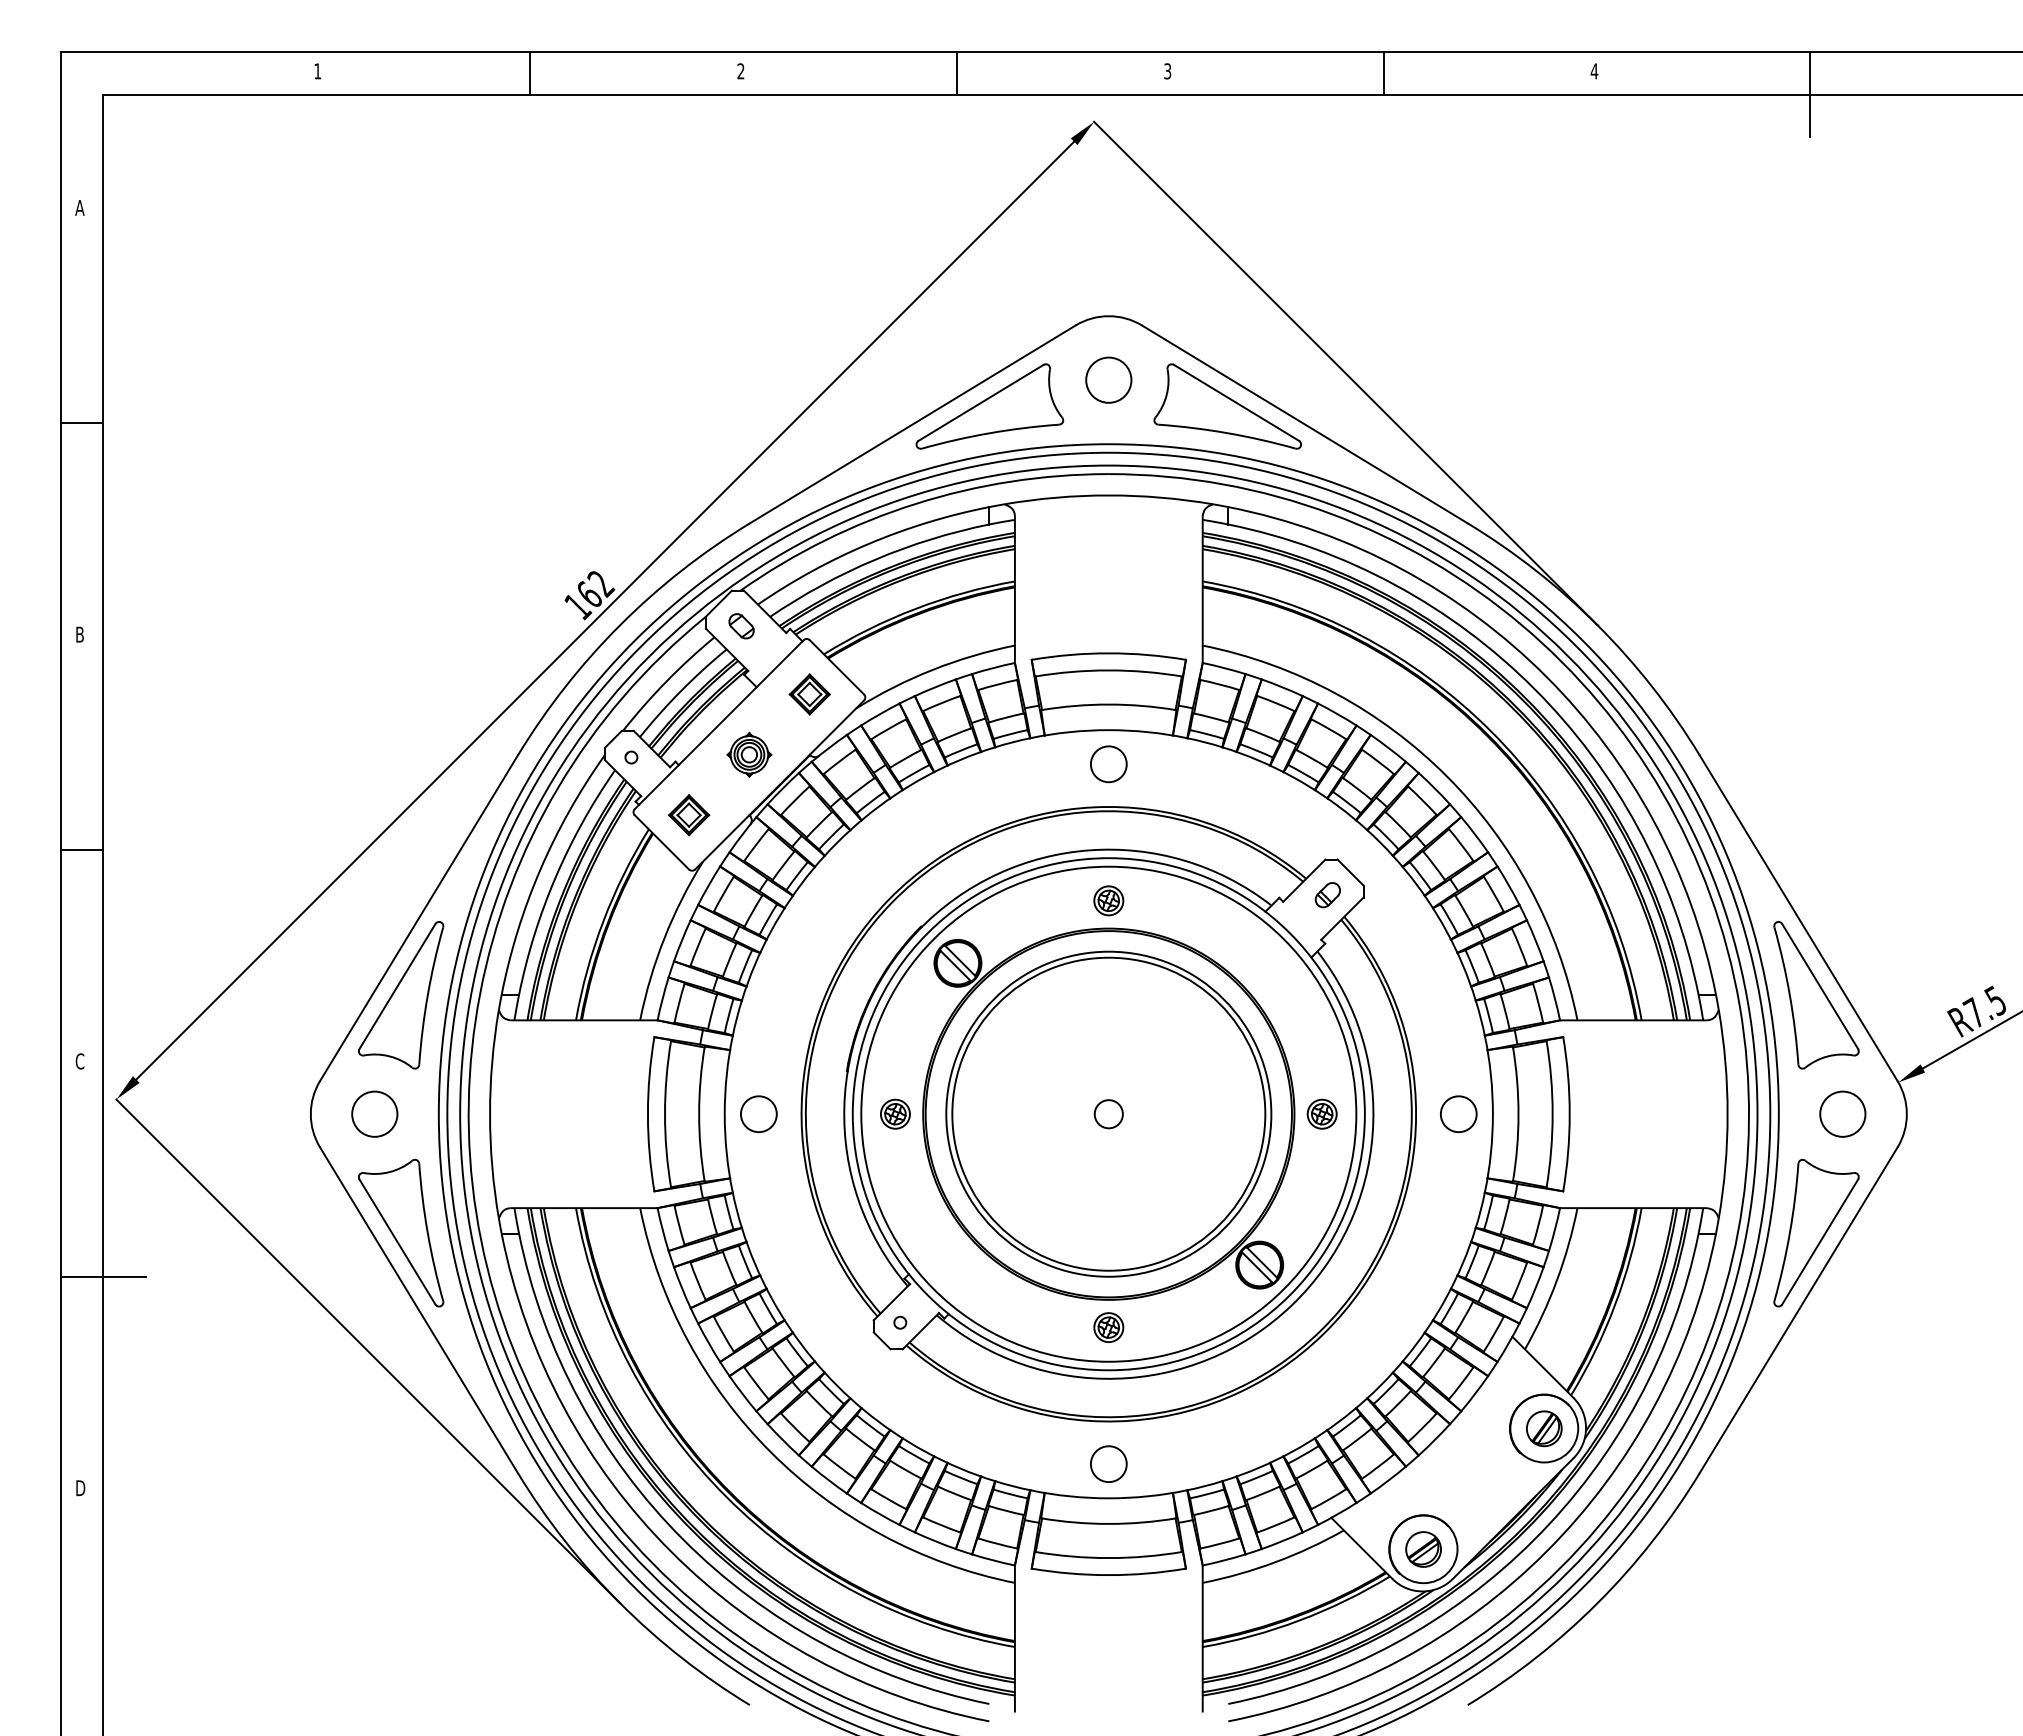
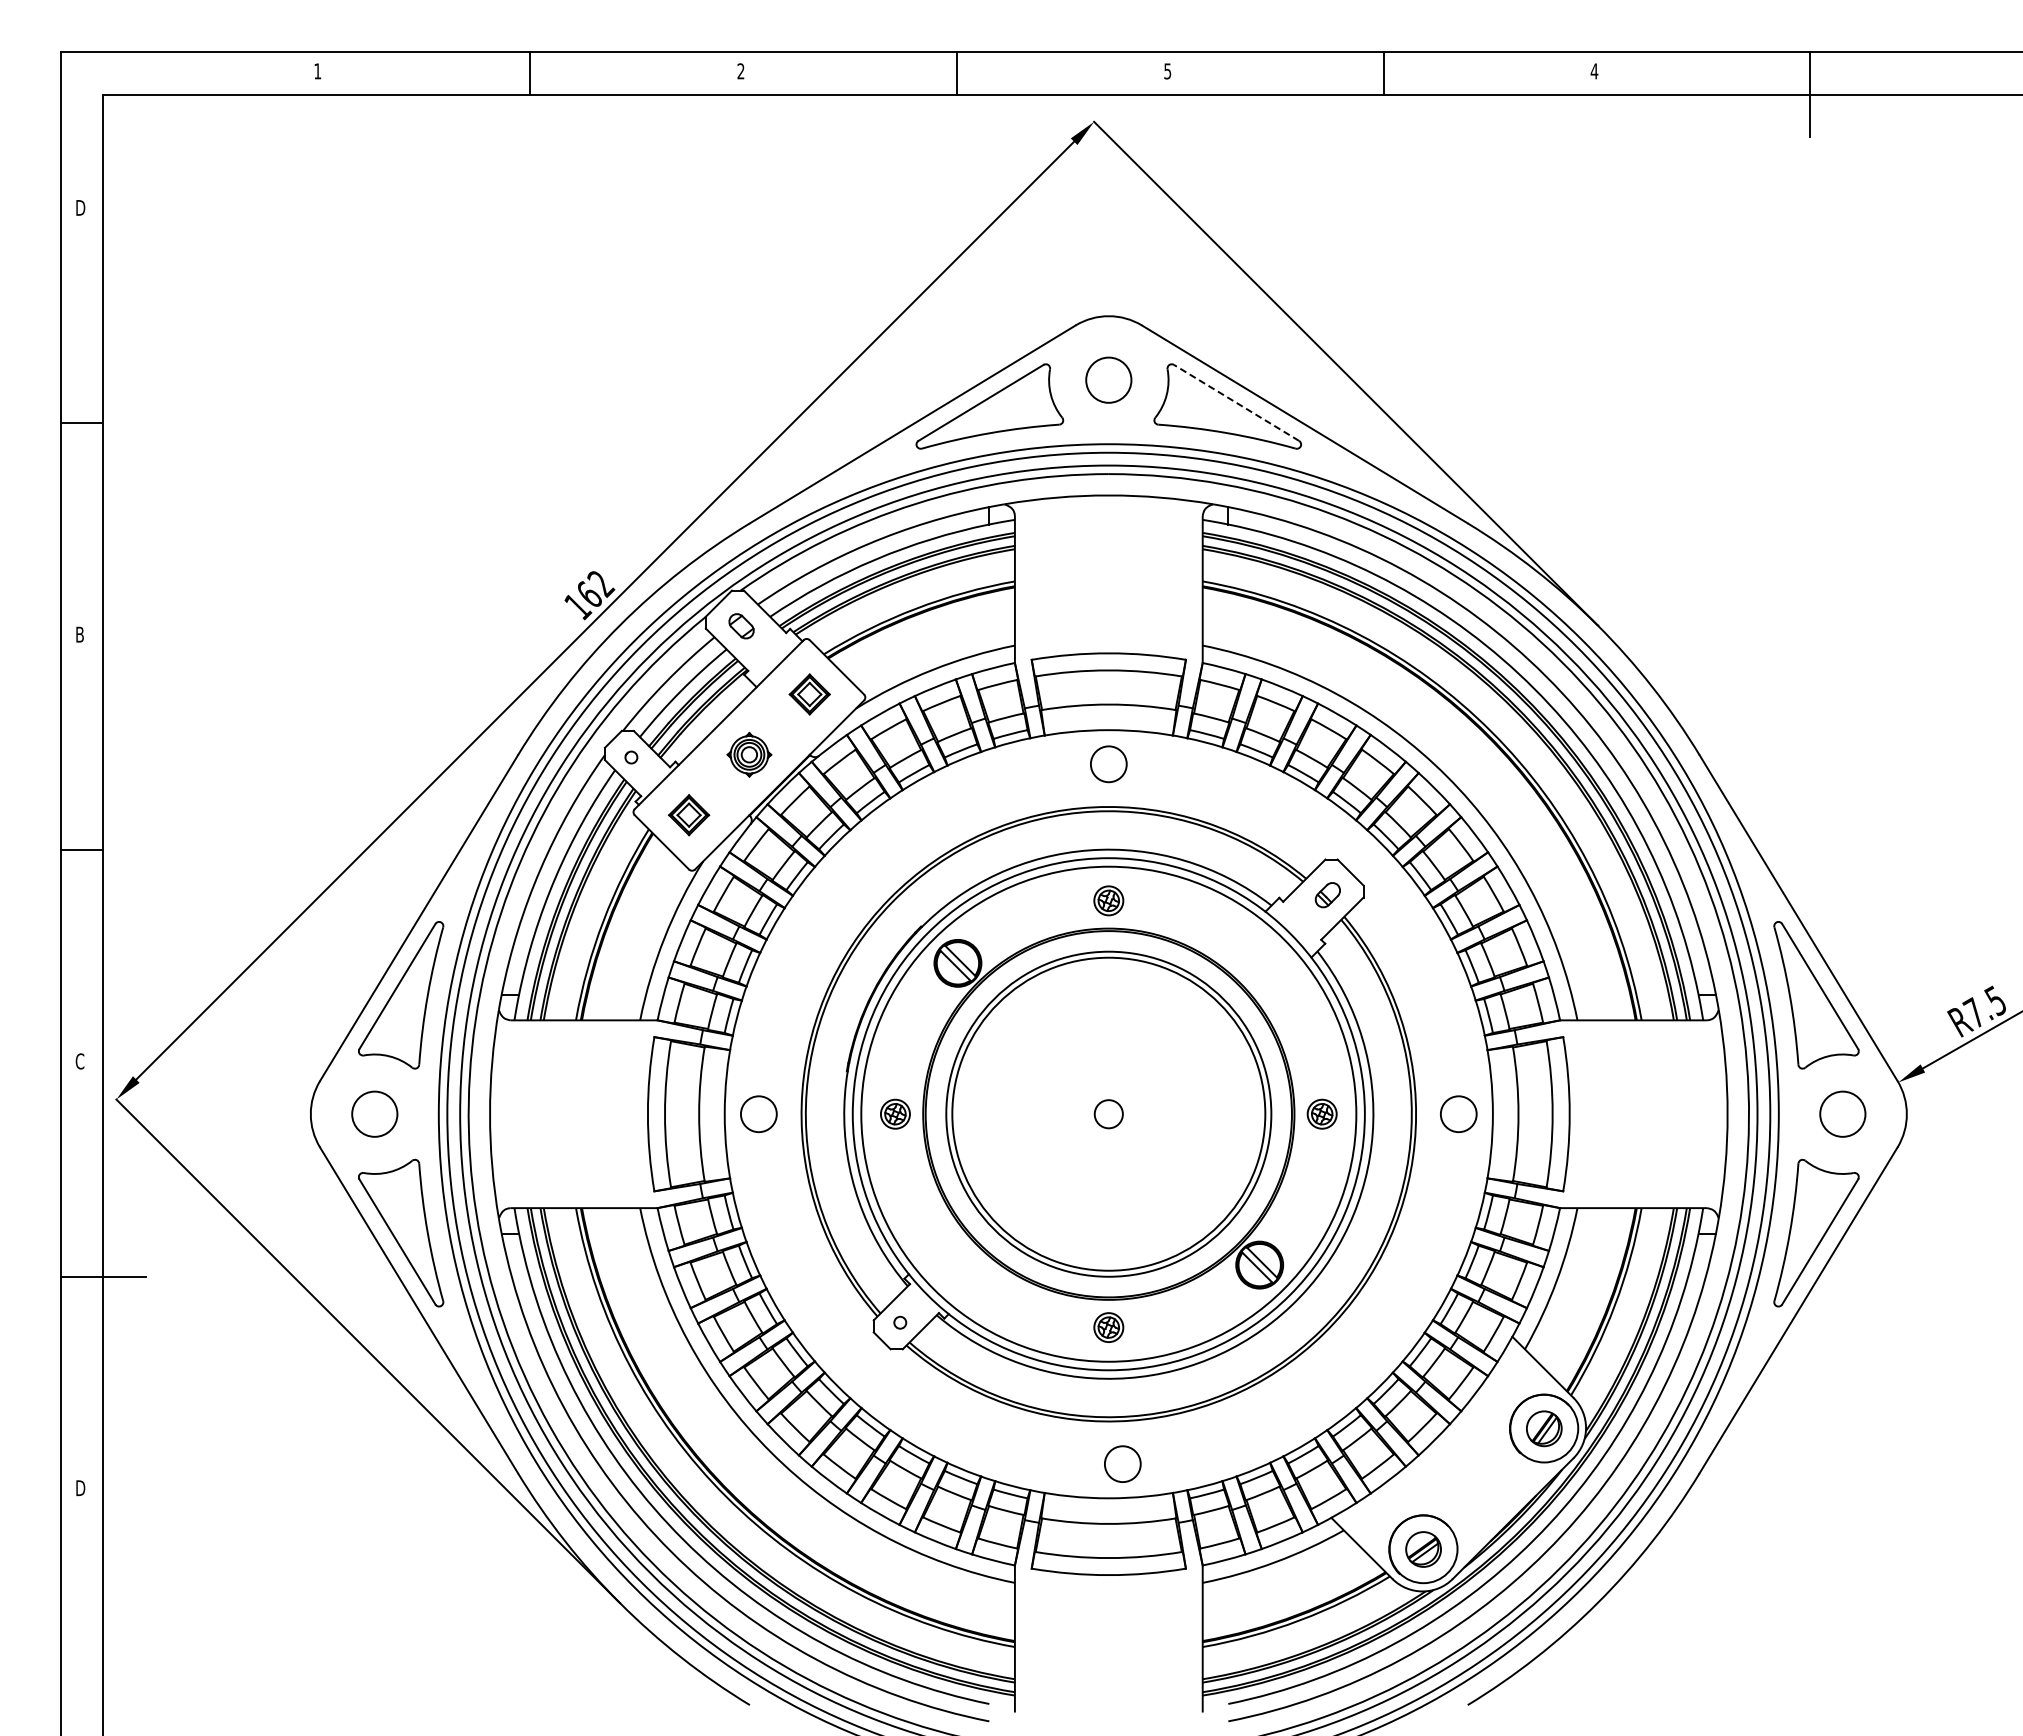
text at (1167, 70): 3 -> 5
text at (80, 207): A -> D
line at (1236, 402): solid -> dashed
circle at (1108, 1463) position: (1108, 1463) -> (1122, 1463)
